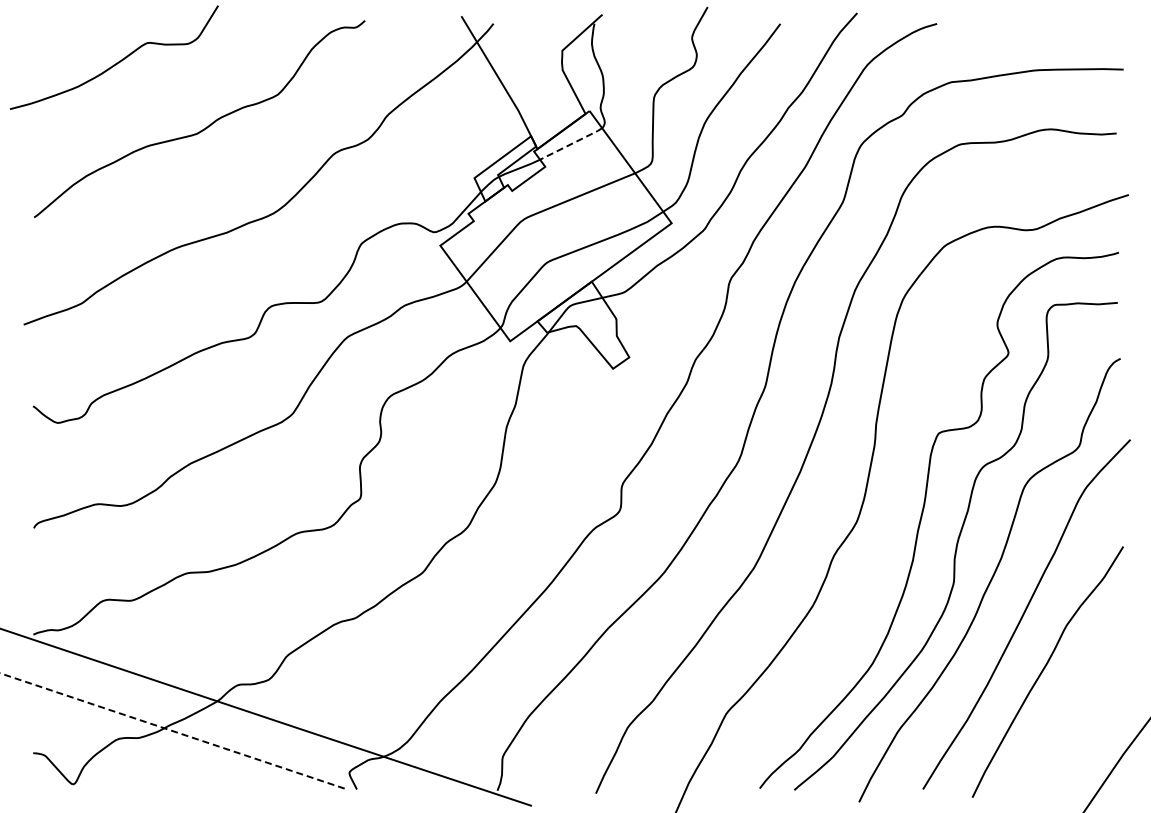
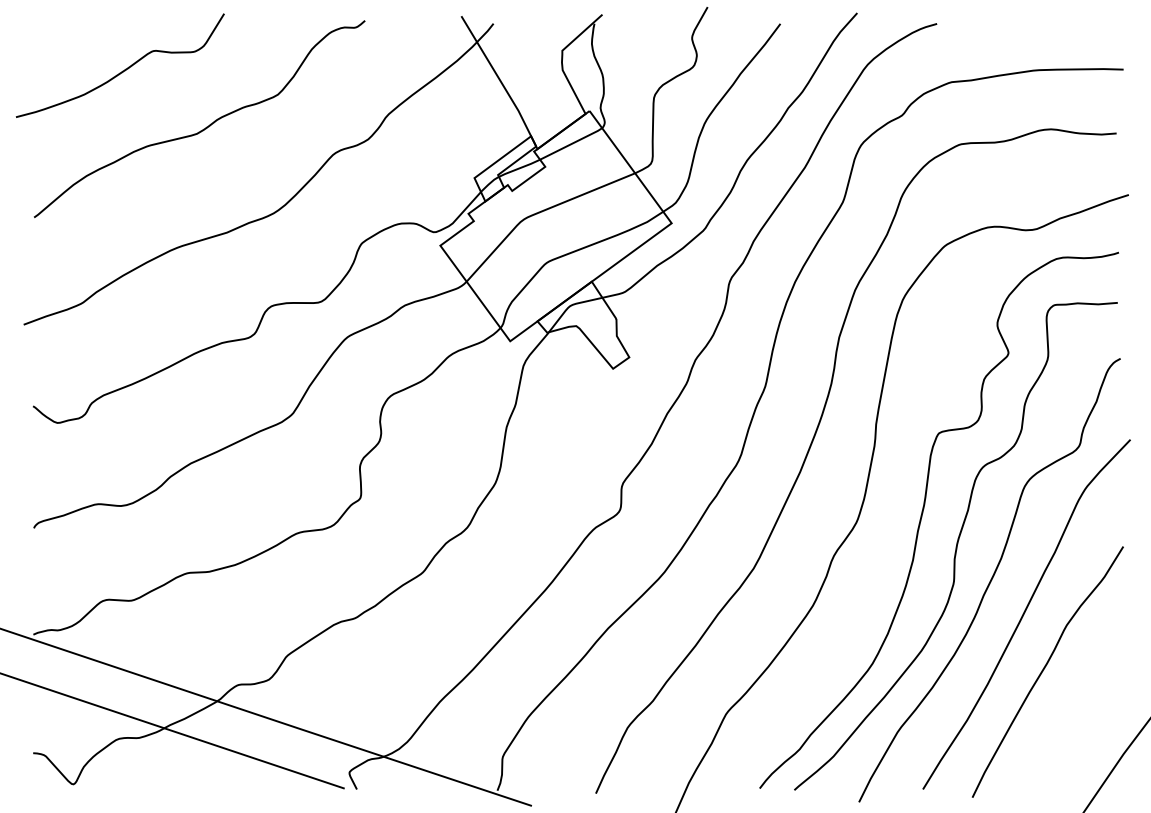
curve at (116, 62) position: (116, 62) -> (122, 70)
line at (572, 143): dashed -> solid
line at (172, 730): dashed -> solid
